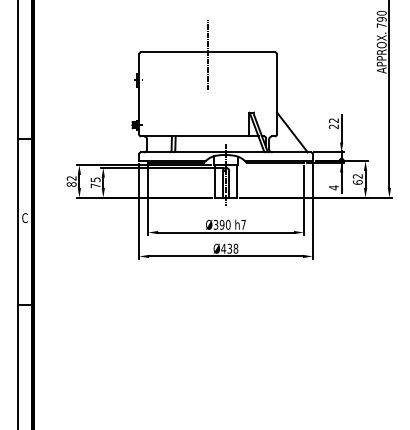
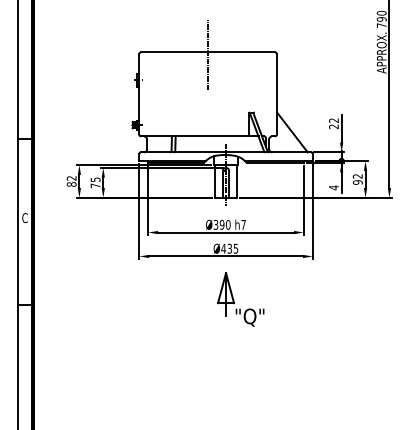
text at (357, 182): 62 -> 92
text at (235, 248): Ø438 -> Ø435
part at (234, 300): none -> present
